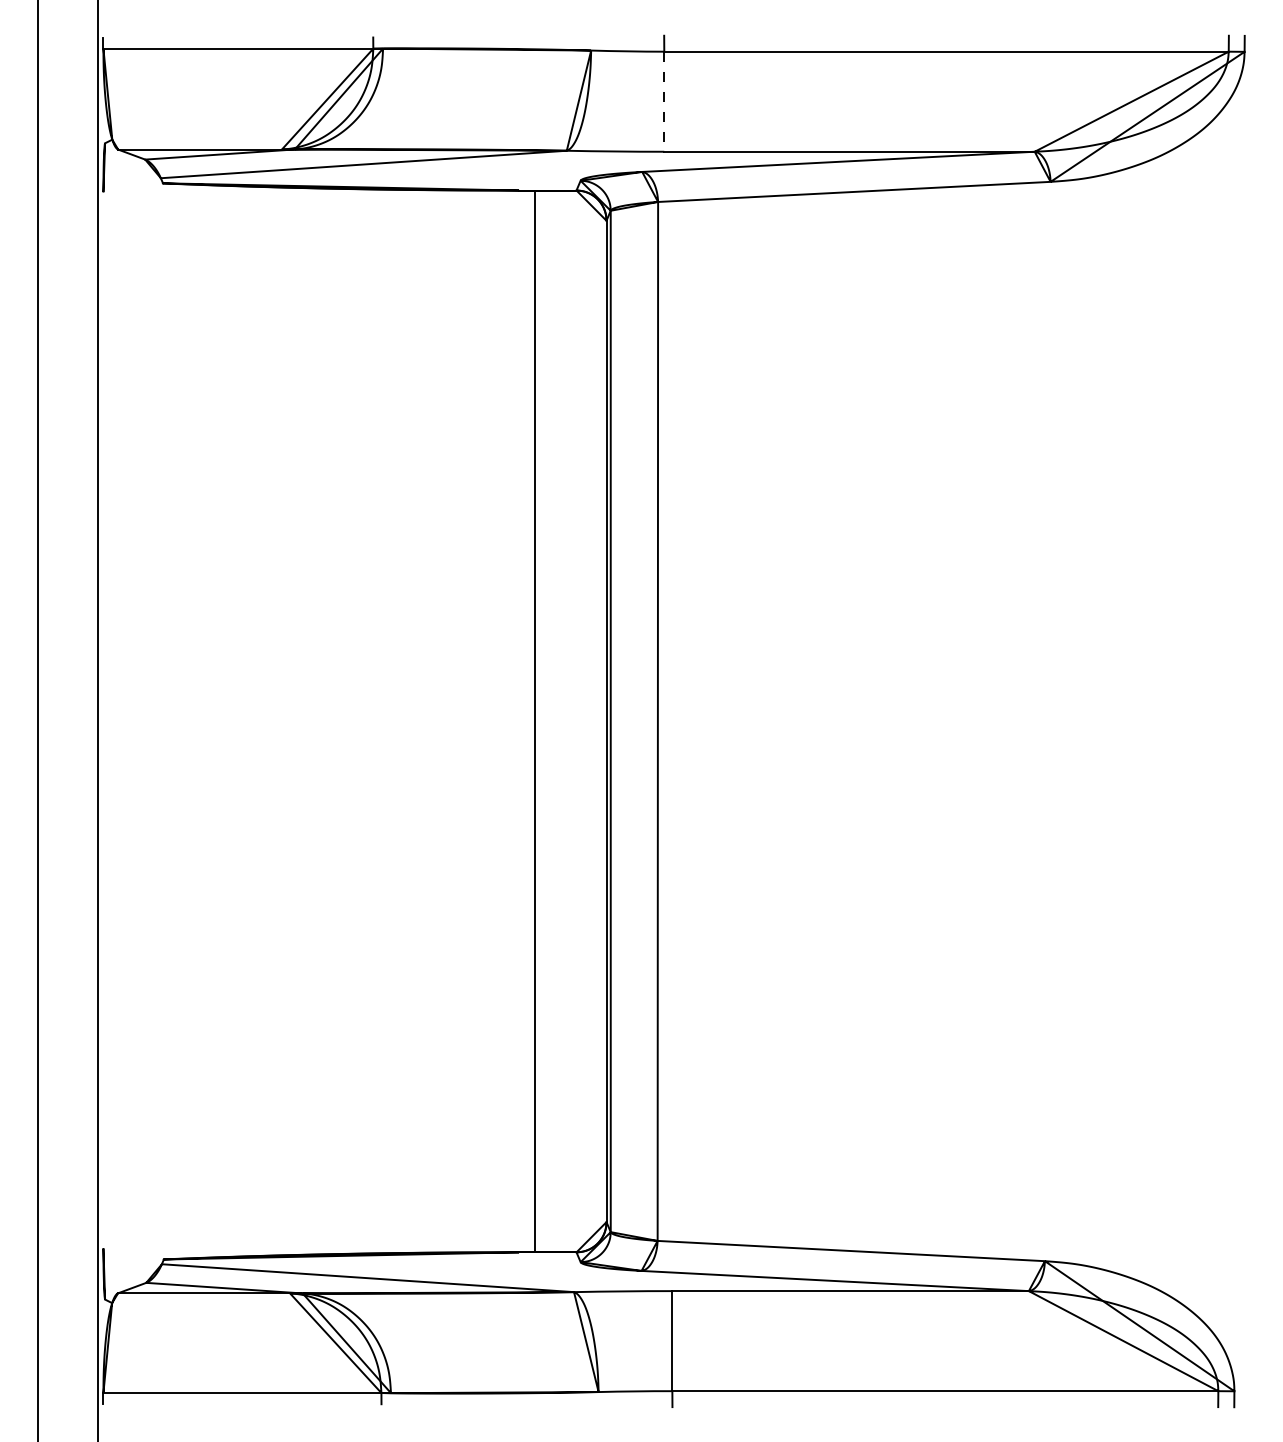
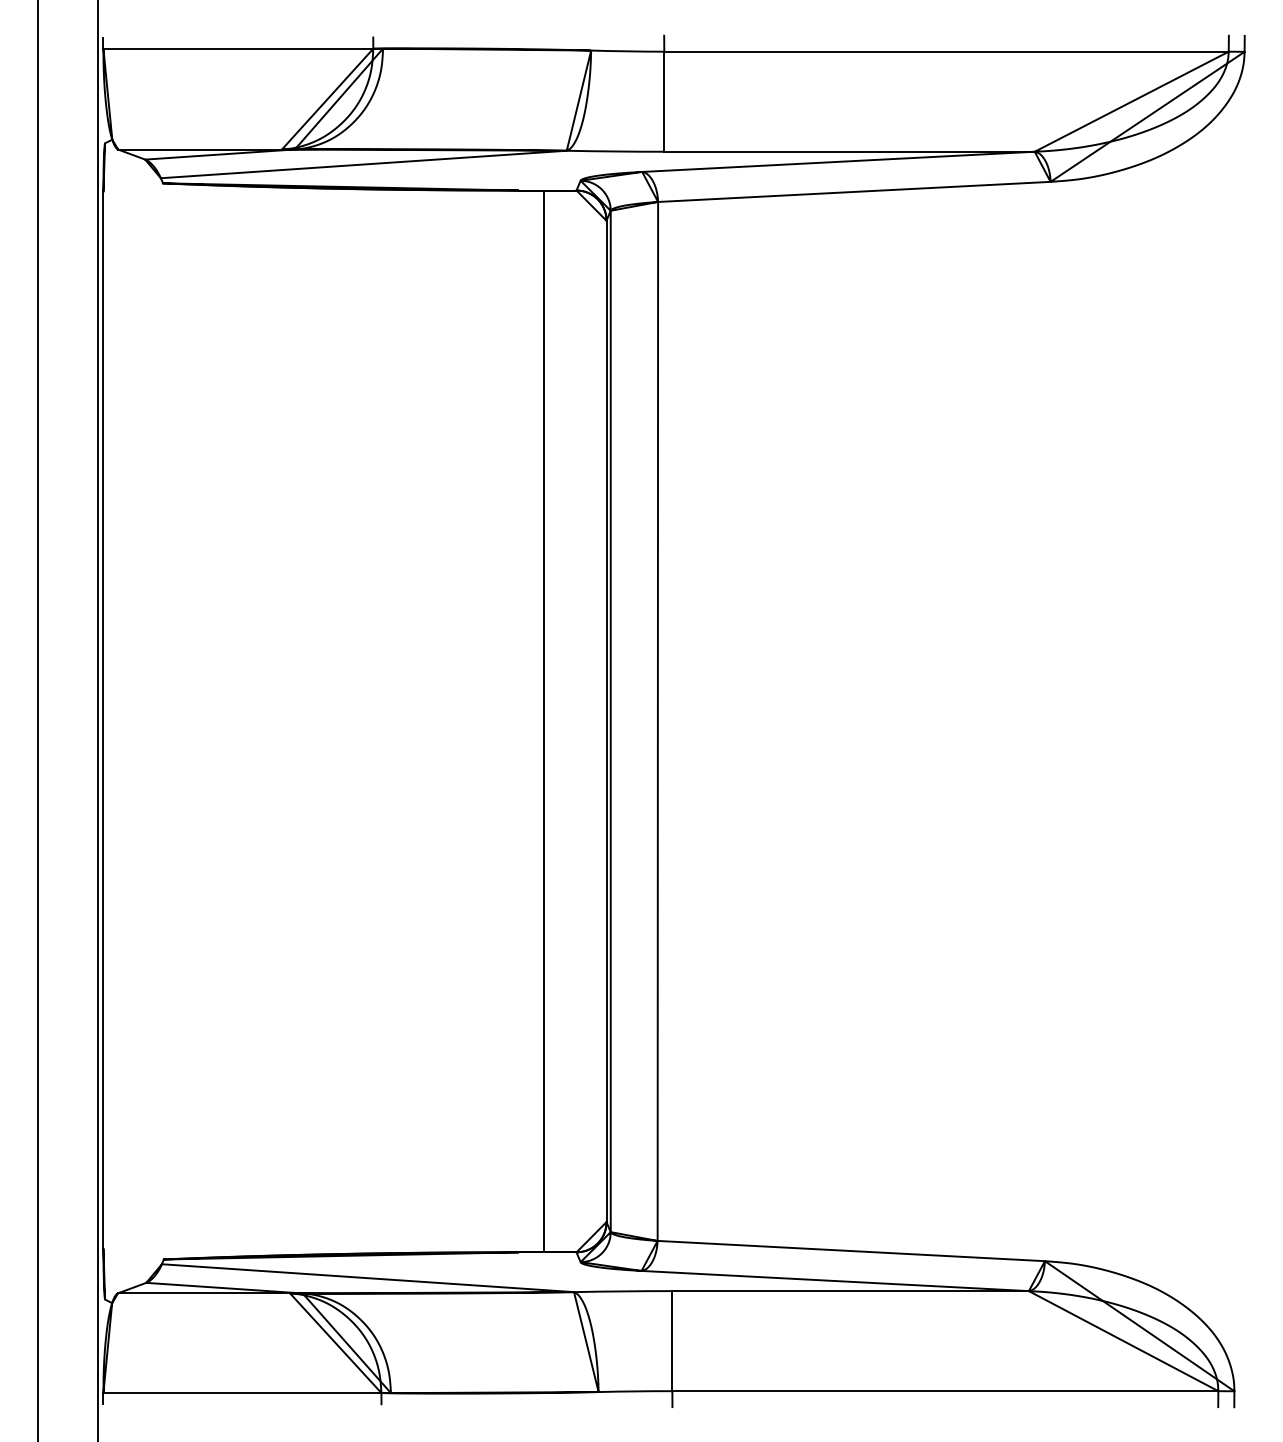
line at (664, 102): dashed -> solid
line at (103, 720): none -> present
line at (534, 721) position: (534, 721) -> (543, 721)
